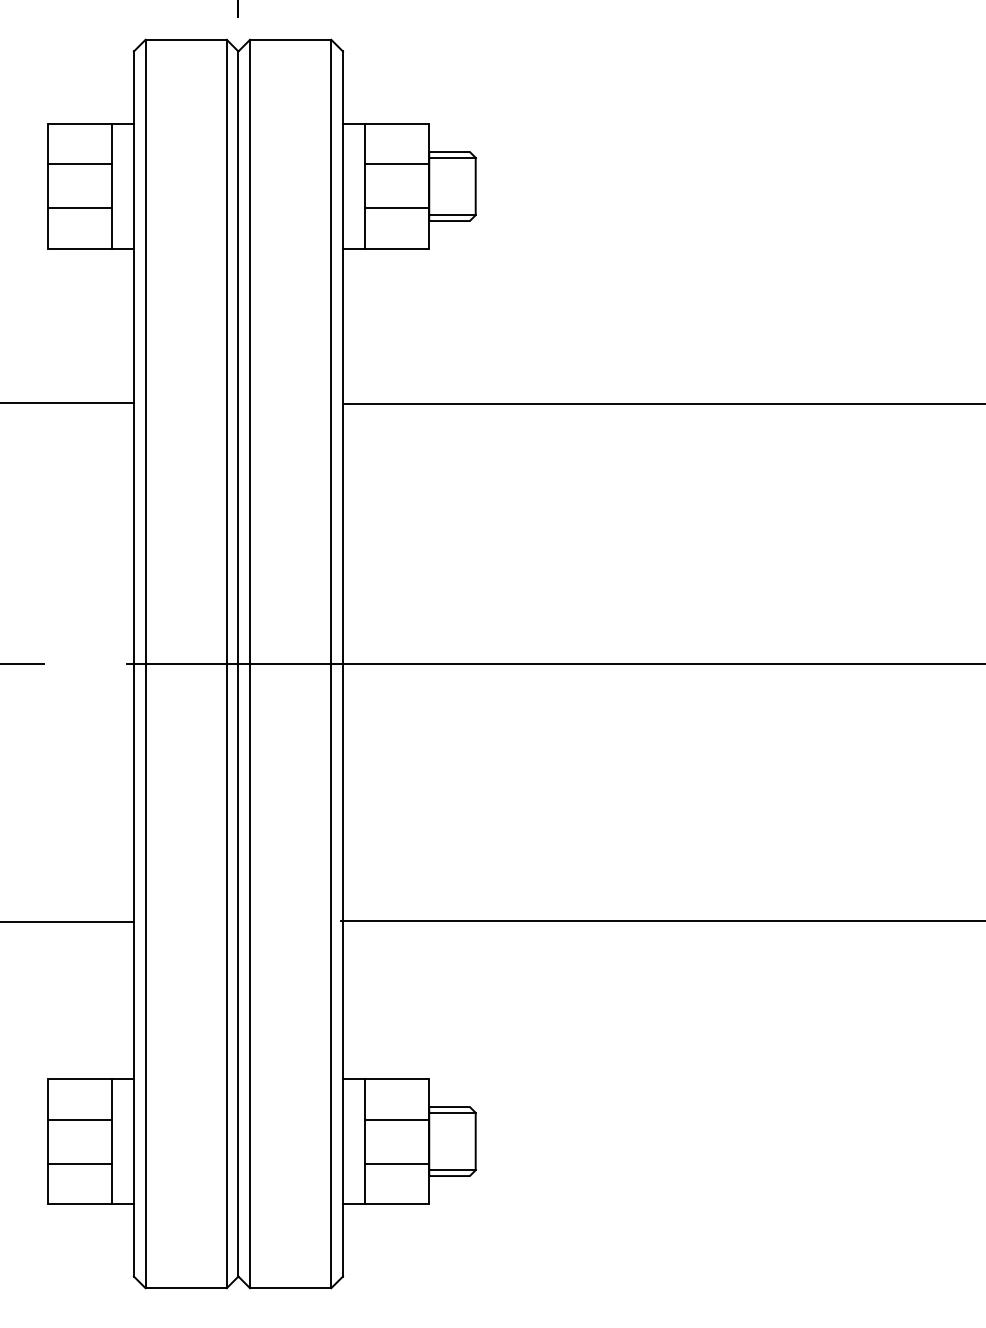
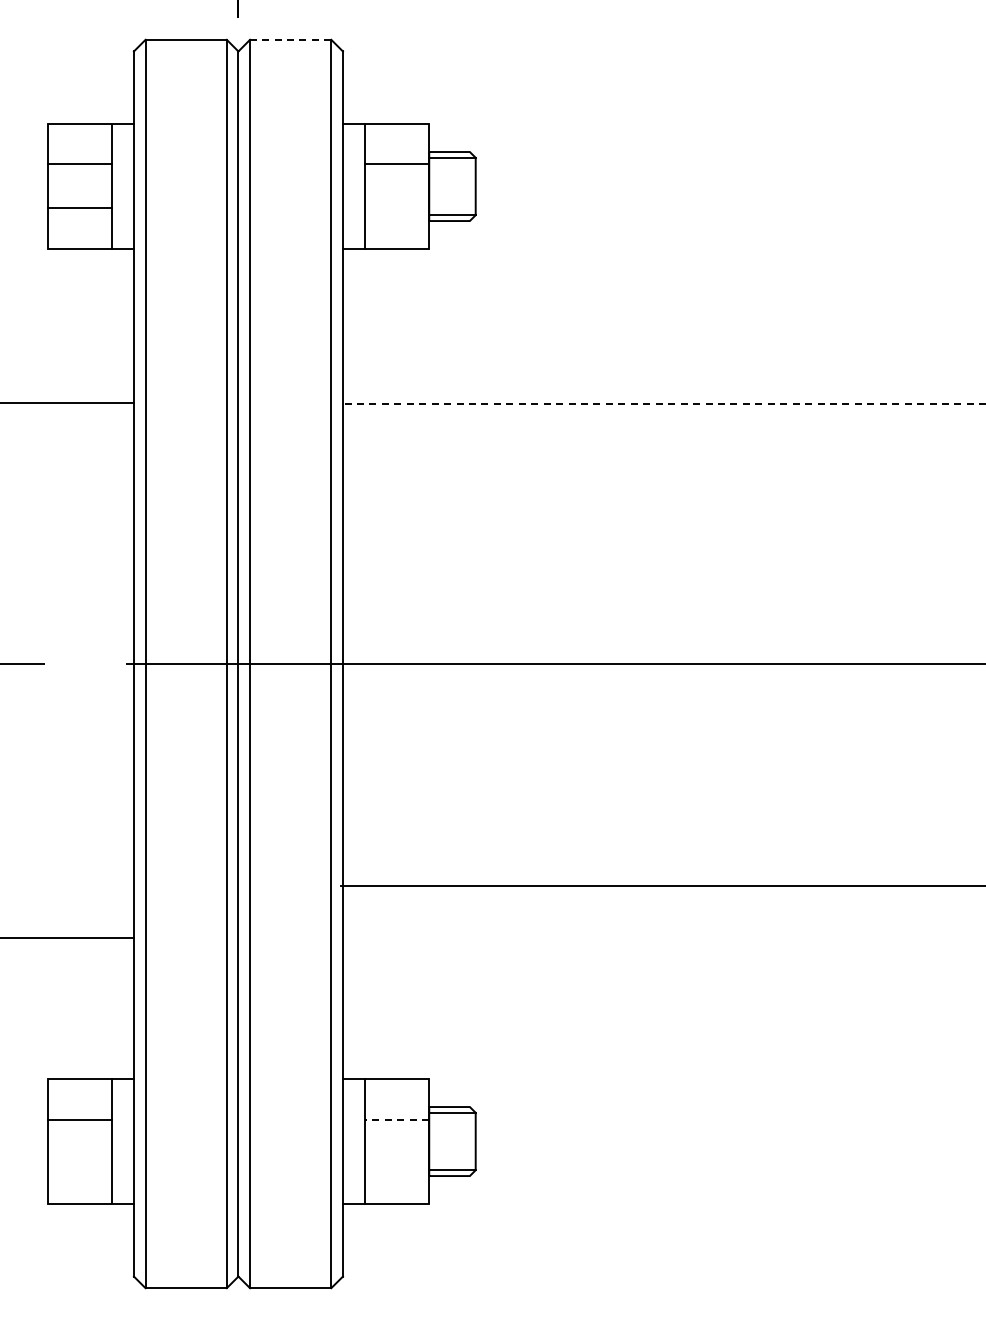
line at (290, 39): solid -> dashed
line at (396, 208): present -> none
line at (665, 403): solid -> dashed
line at (68, 921) position: (68, 921) -> (68, 937)
line at (661, 921) position: (661, 921) -> (661, 886)
line at (396, 1119): solid -> dashed
line at (79, 1164): present -> none
line at (396, 1164): present -> none
